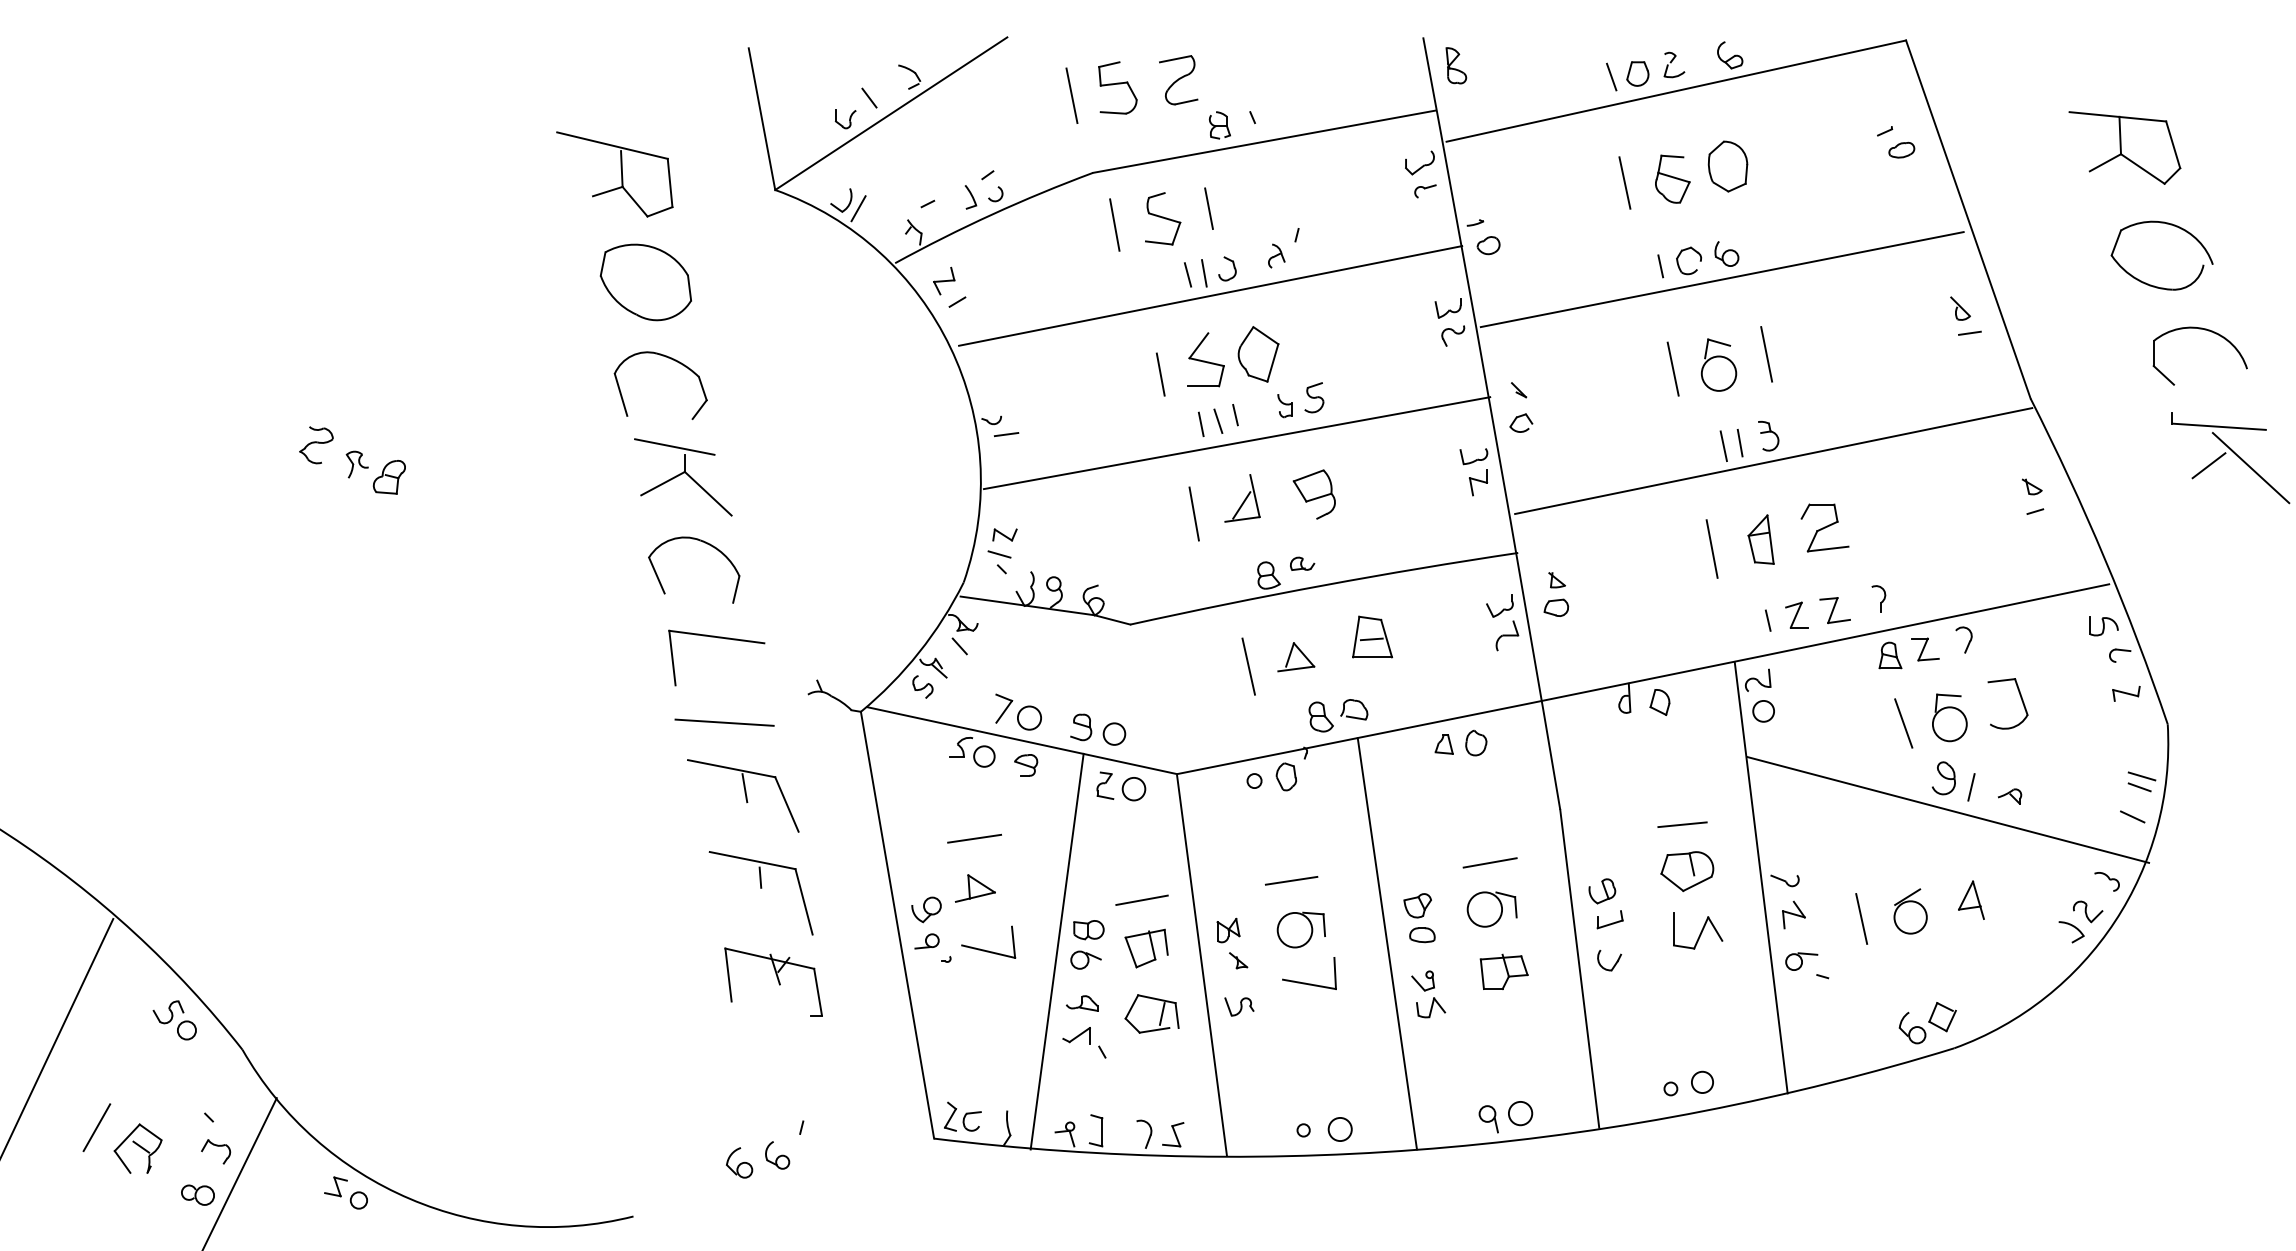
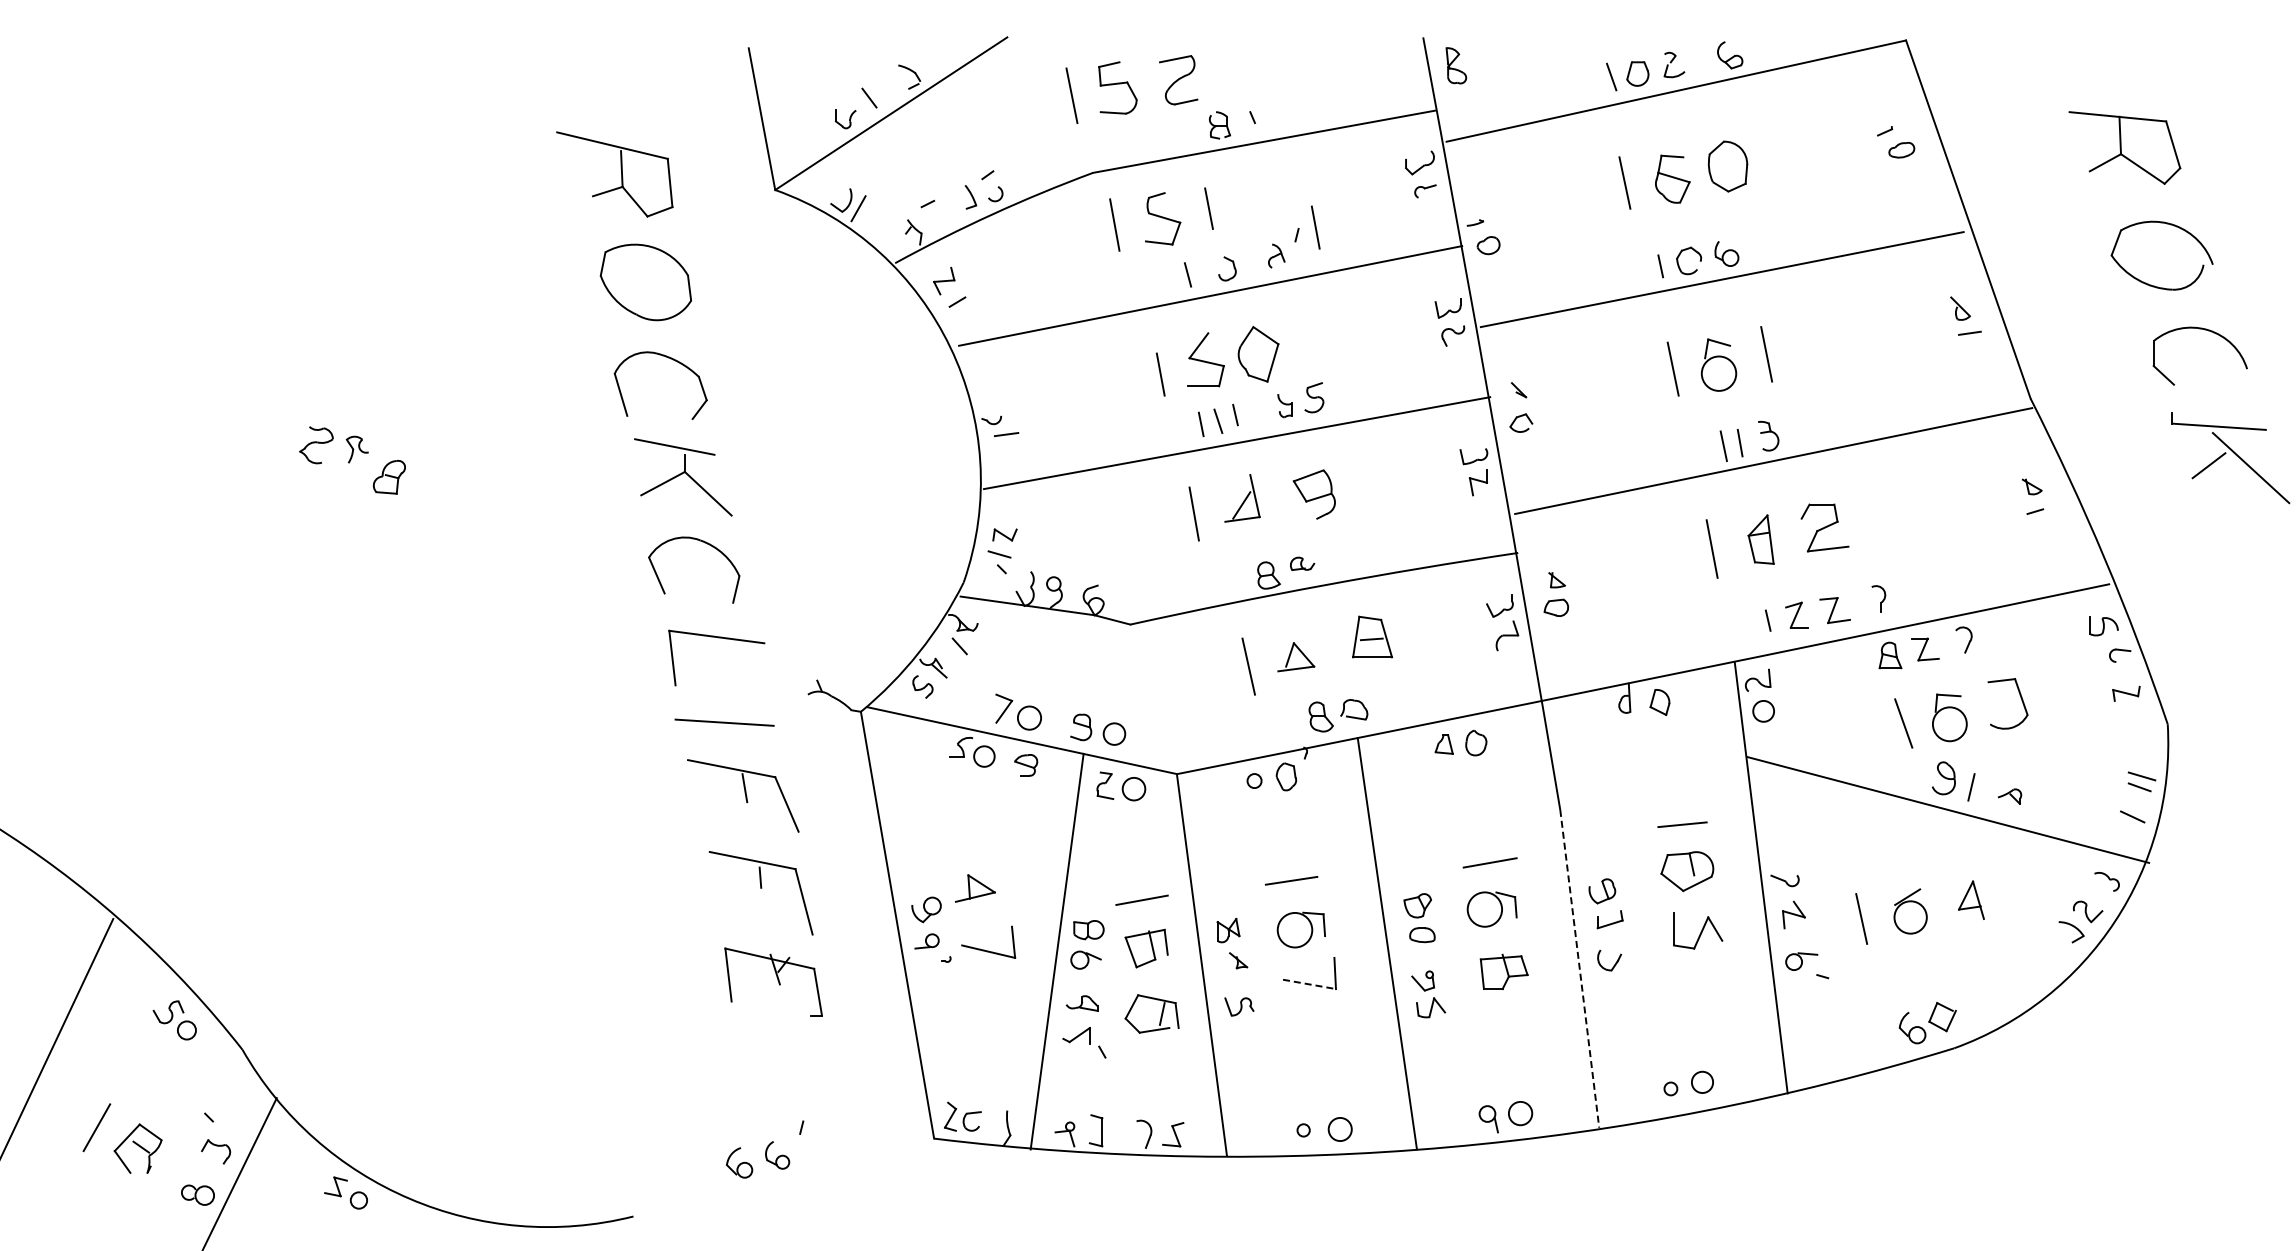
line at (1315, 227): none -> present
line at (1204, 273): present -> none
part at (356, 464) position: (356, 464) -> (356, 449)
line at (974, 838): present -> none
line at (1579, 969): solid -> dashed
line at (1309, 984): solid -> dashed
